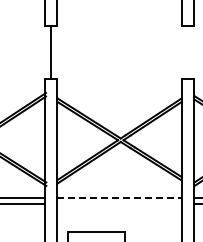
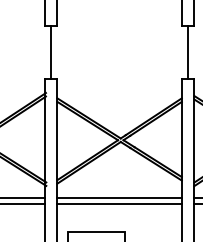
line at (187, 52): none -> present
line at (120, 197): dashed -> solid
line at (119, 203): none -> present
